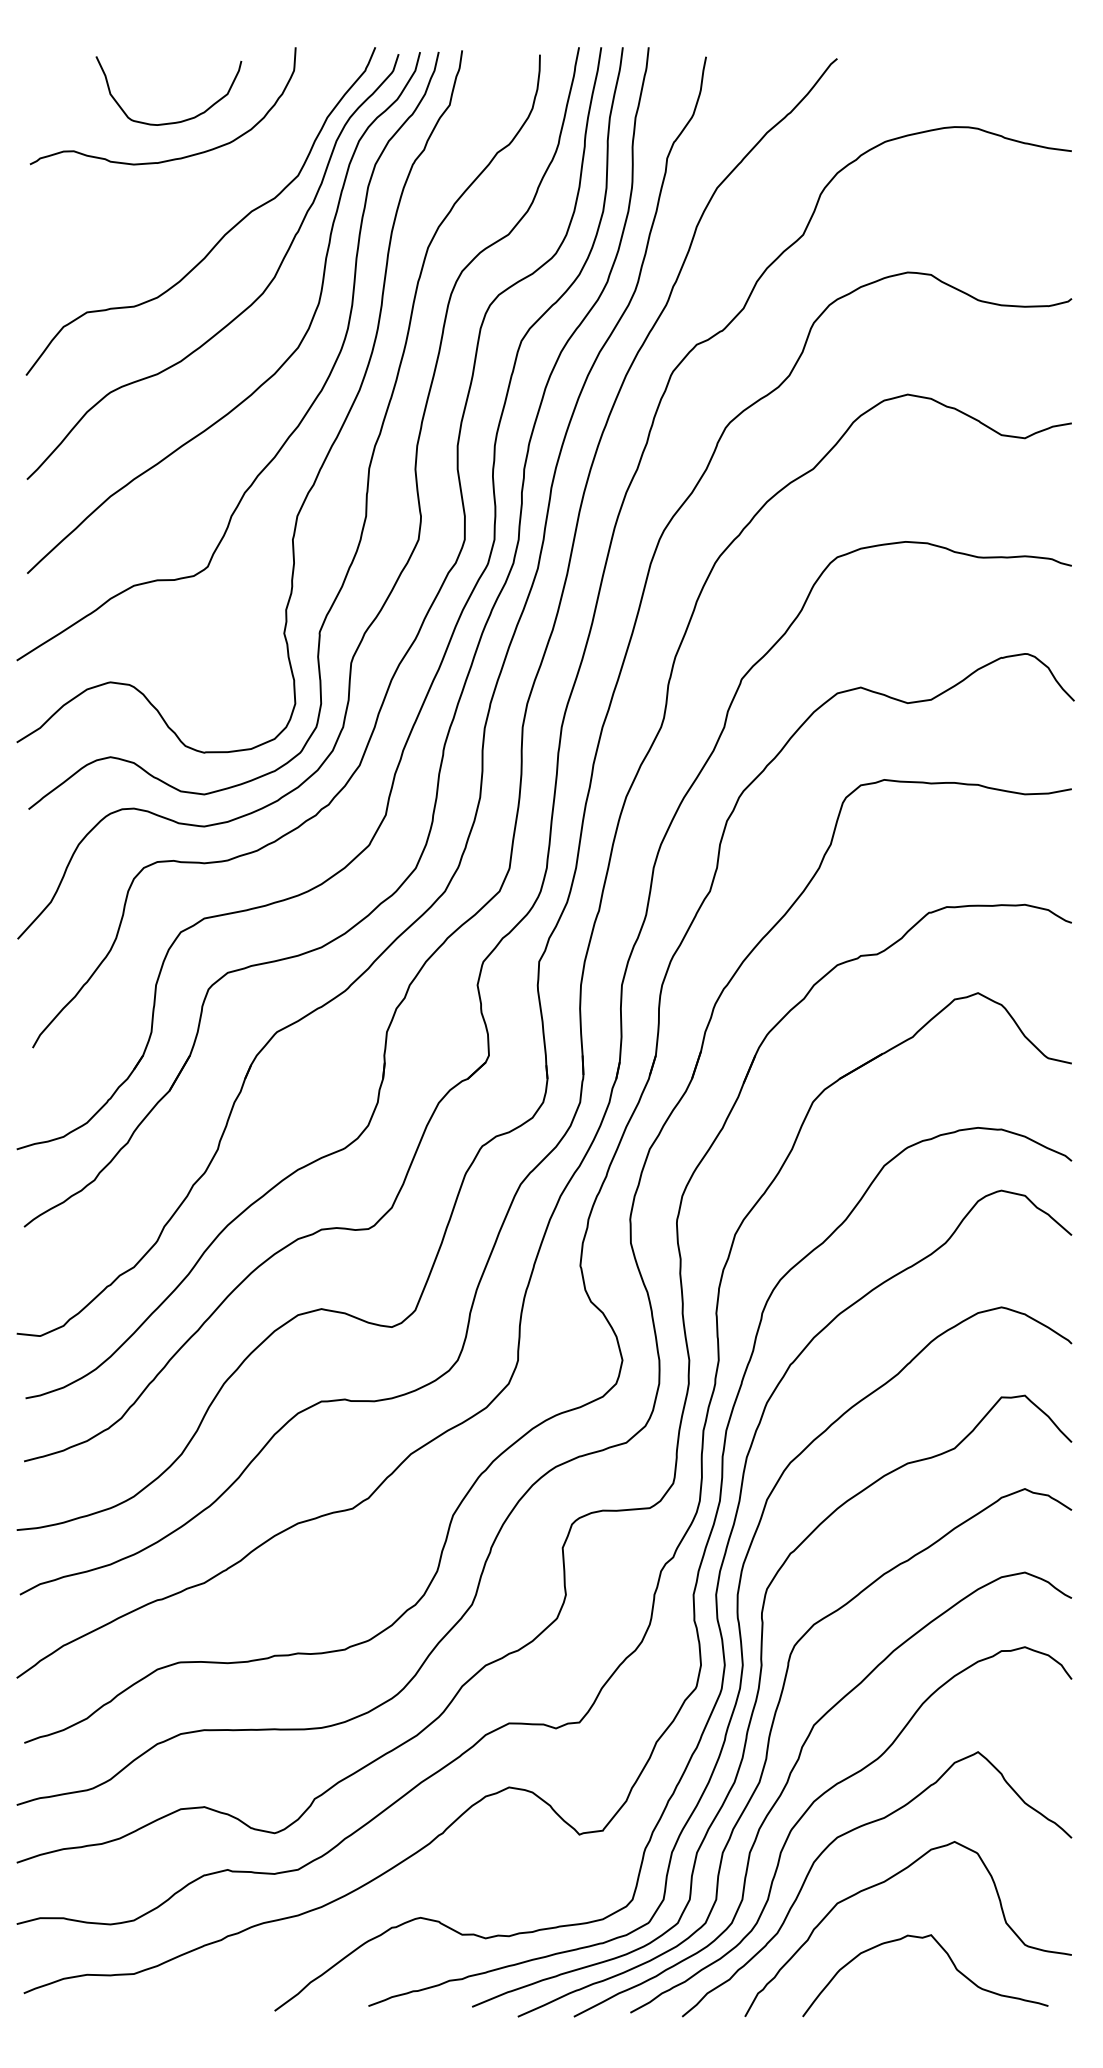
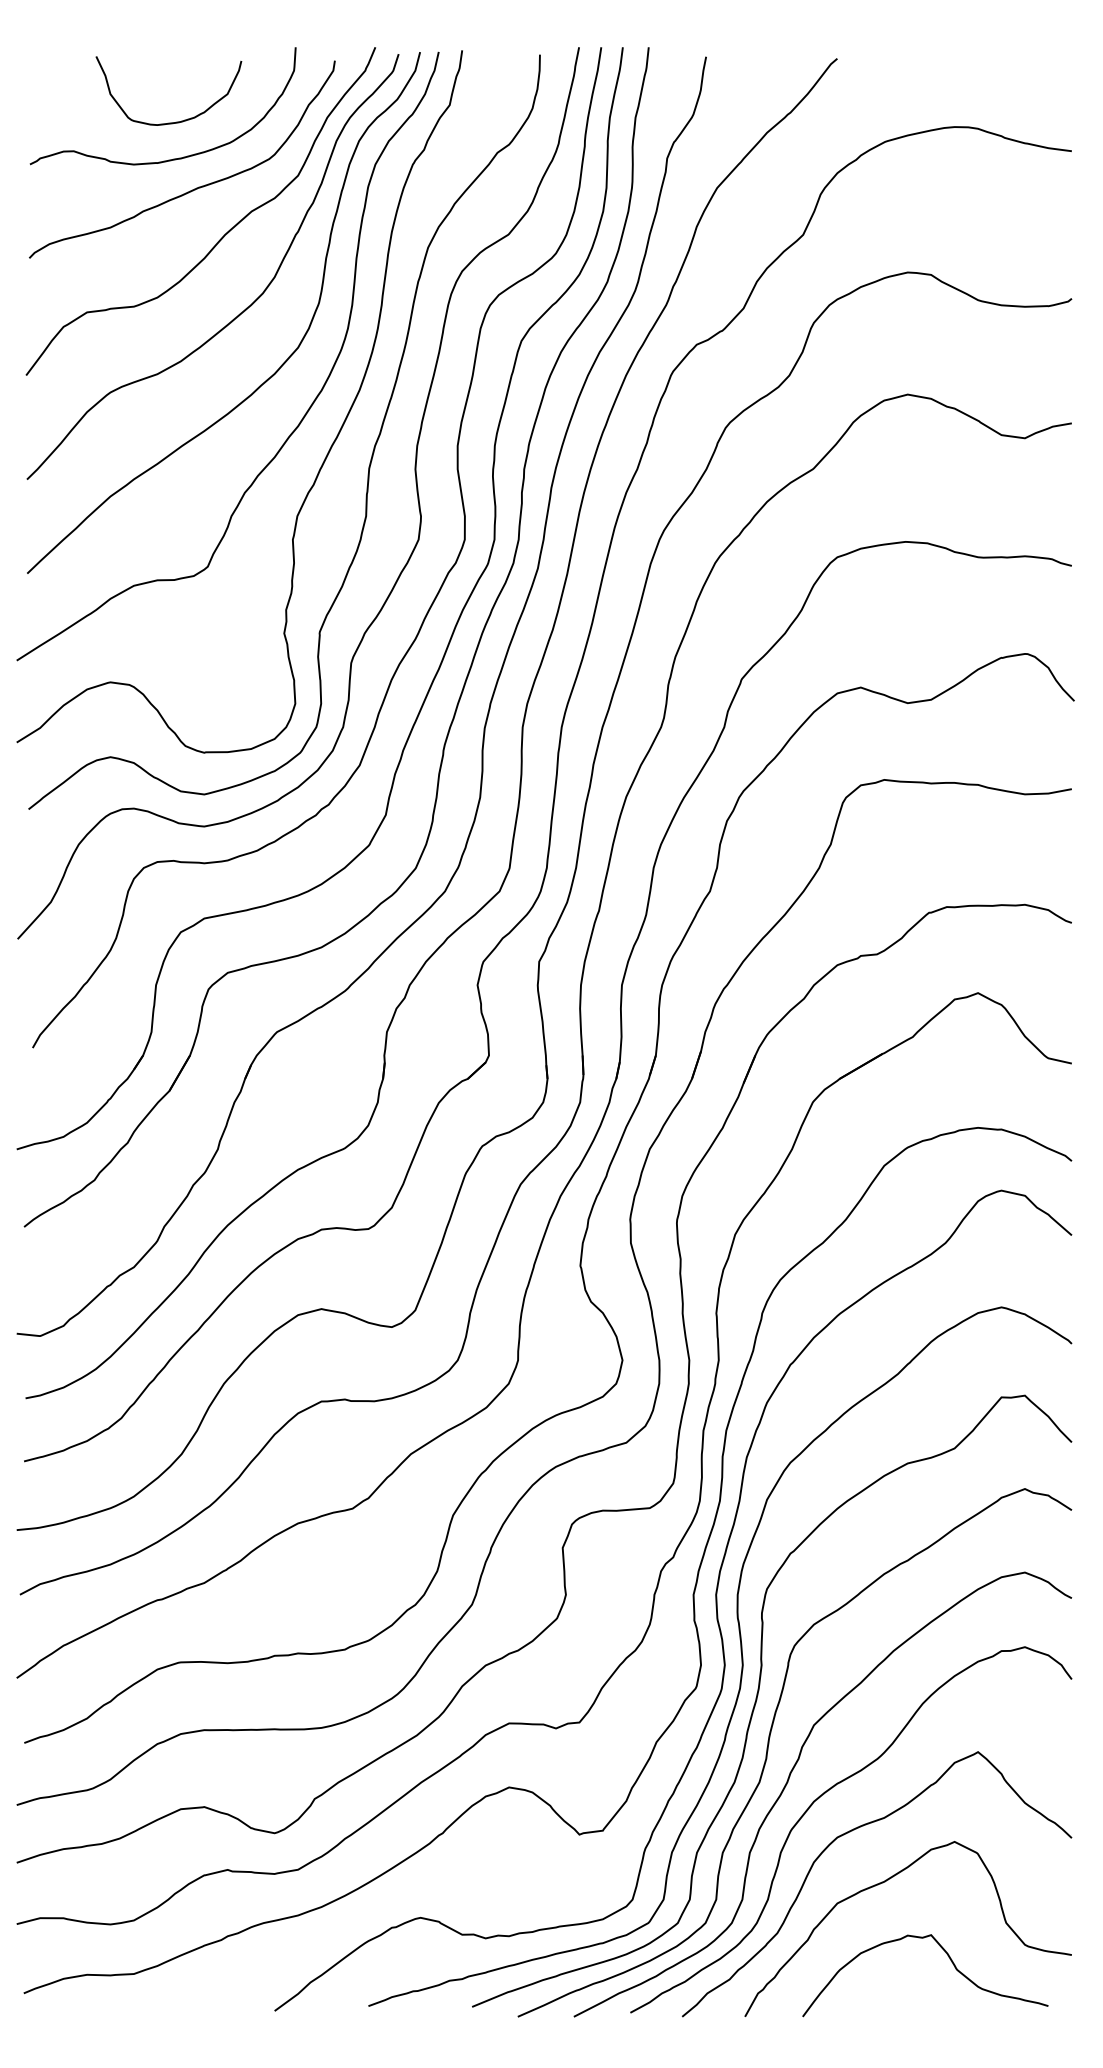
curve at (196, 187): none -> present
